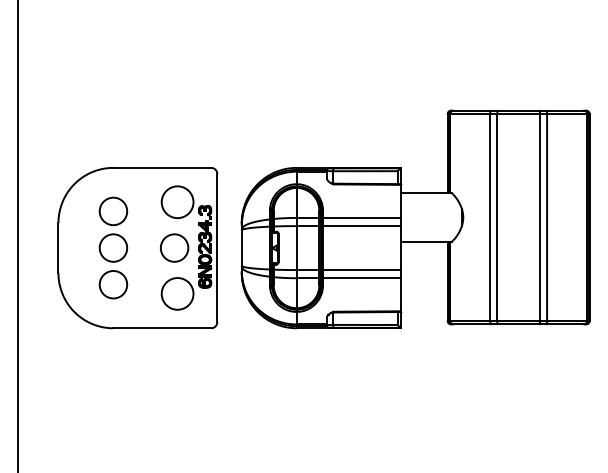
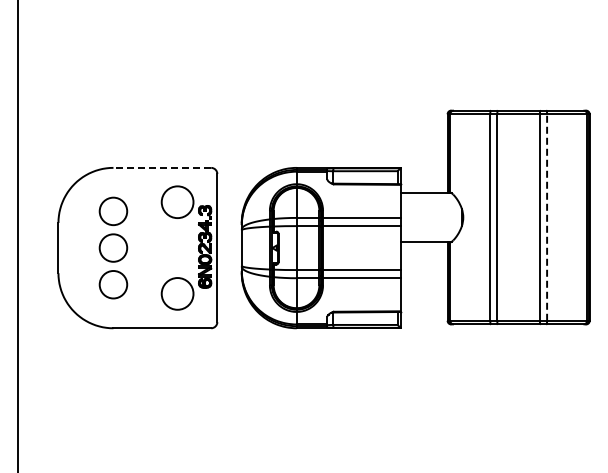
line at (162, 167): solid -> dashed
line at (547, 217): solid -> dashed
circle at (174, 247): present -> none
